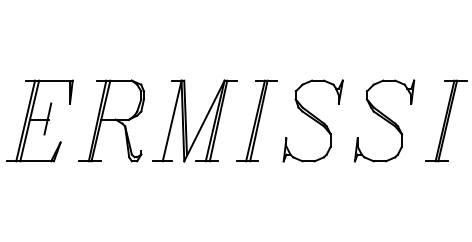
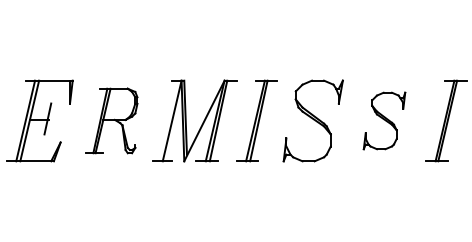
part at (111, 120) size: 67x84 px -> 54x68 px
part at (384, 120) size: 63x84 px -> 45x60 px
